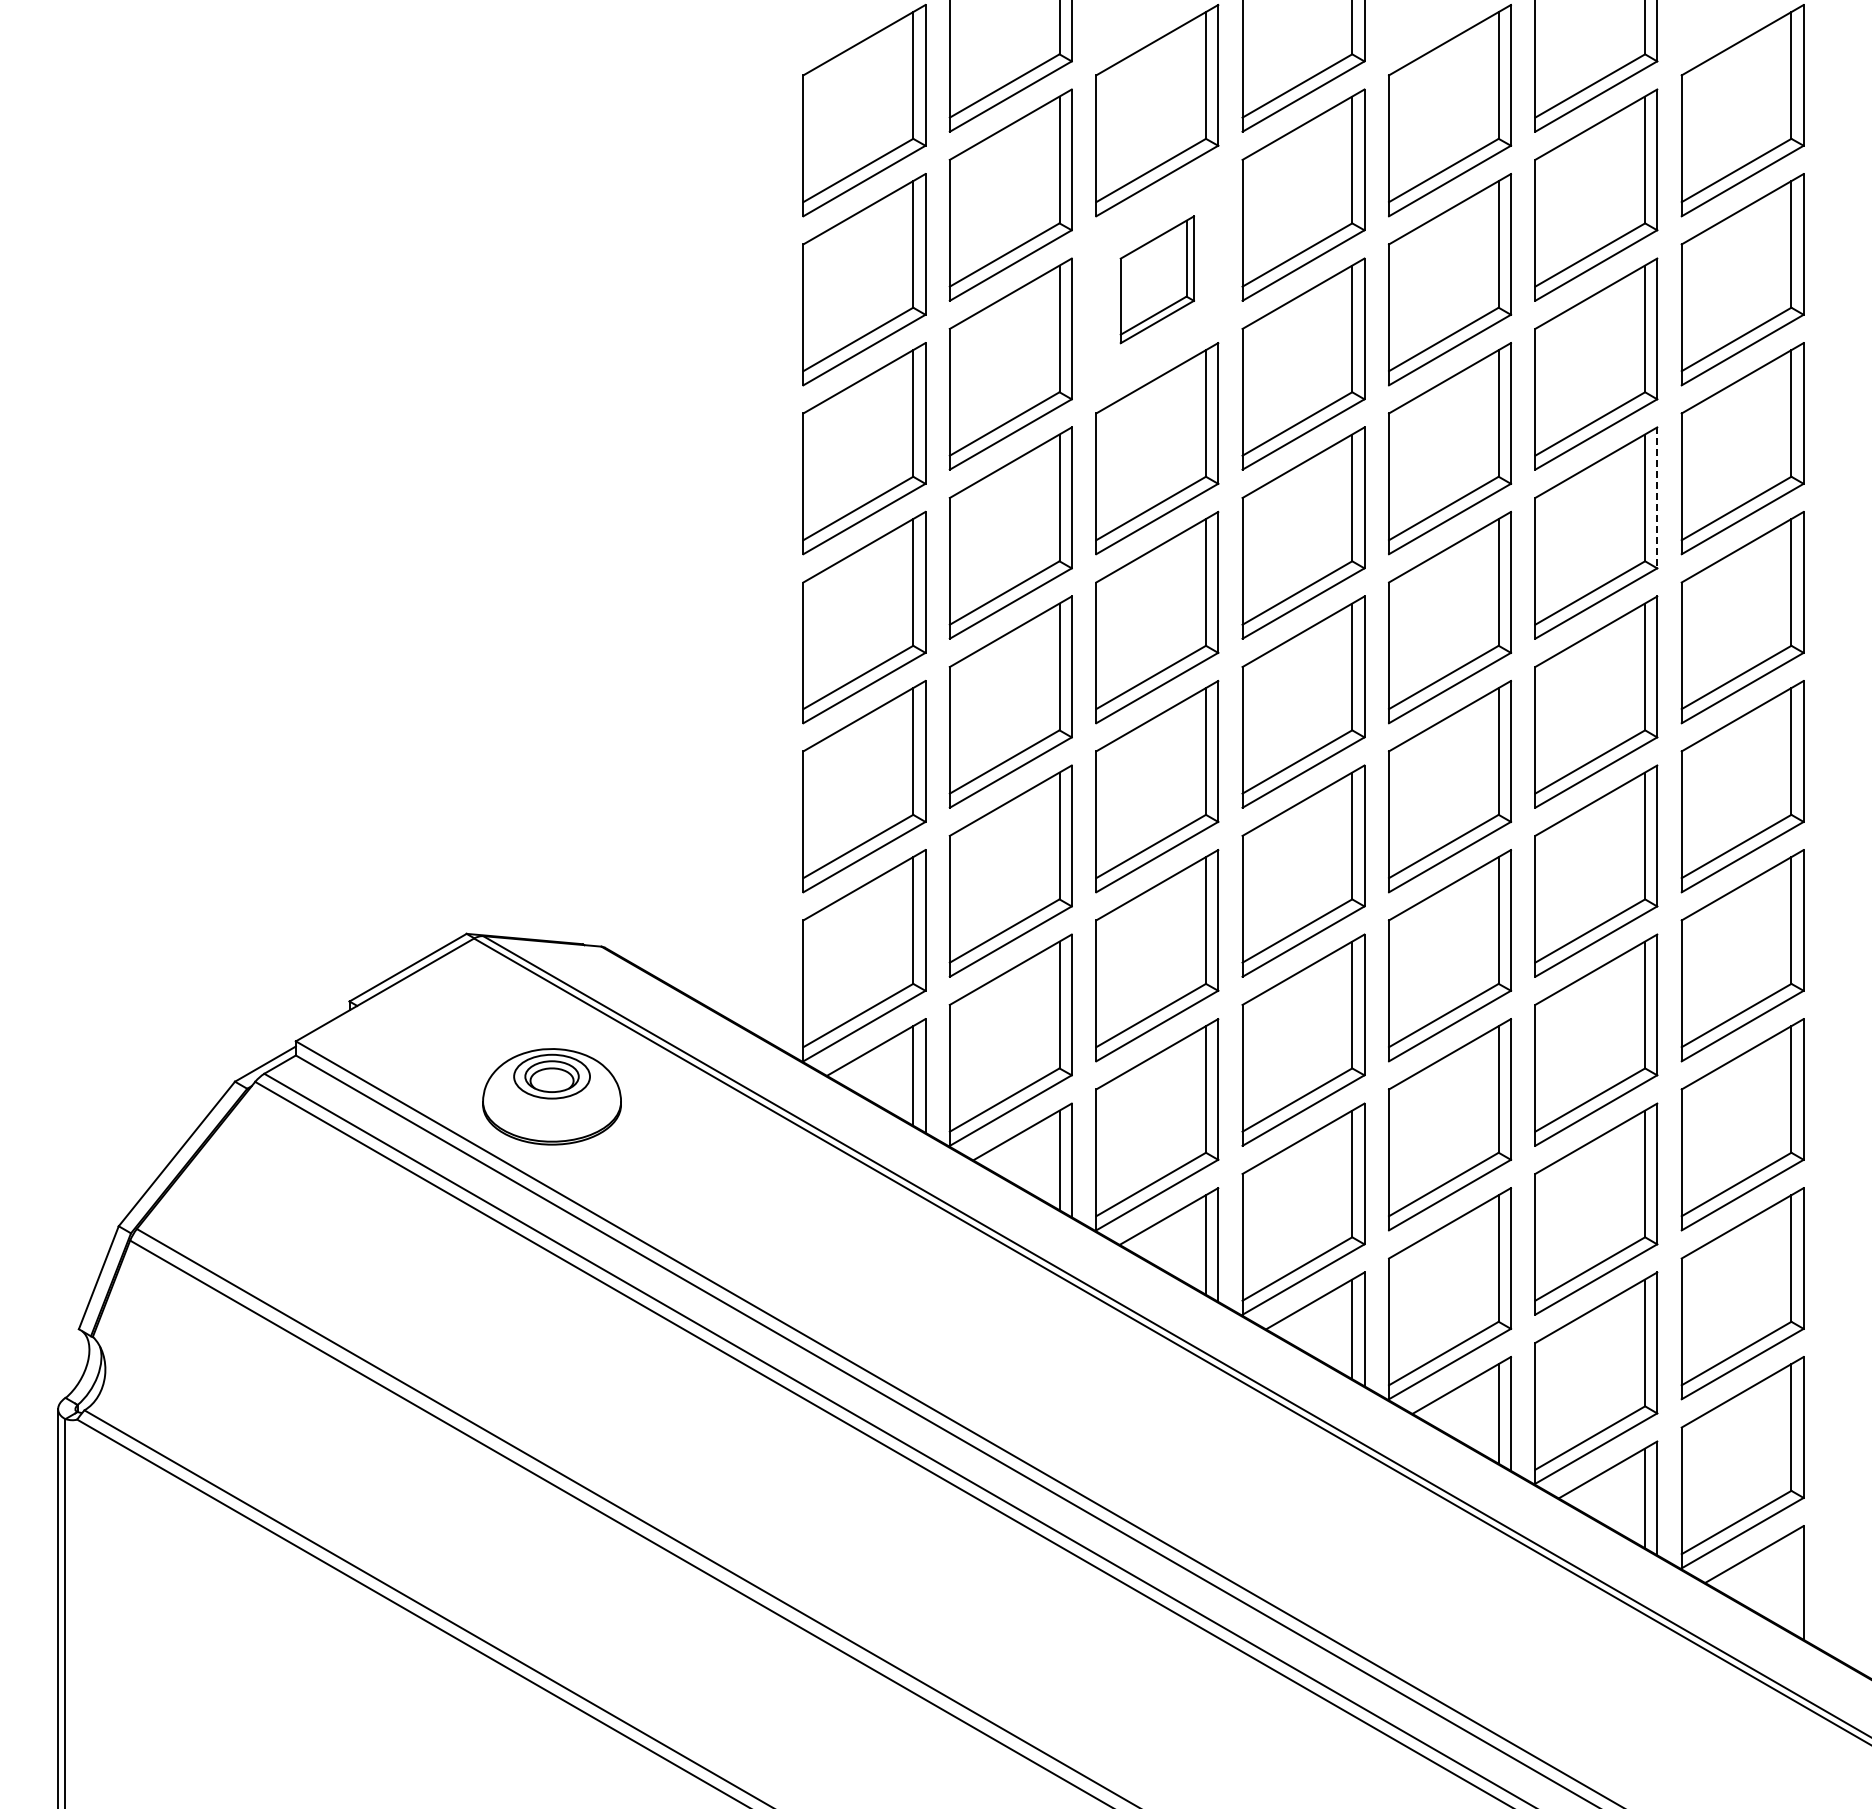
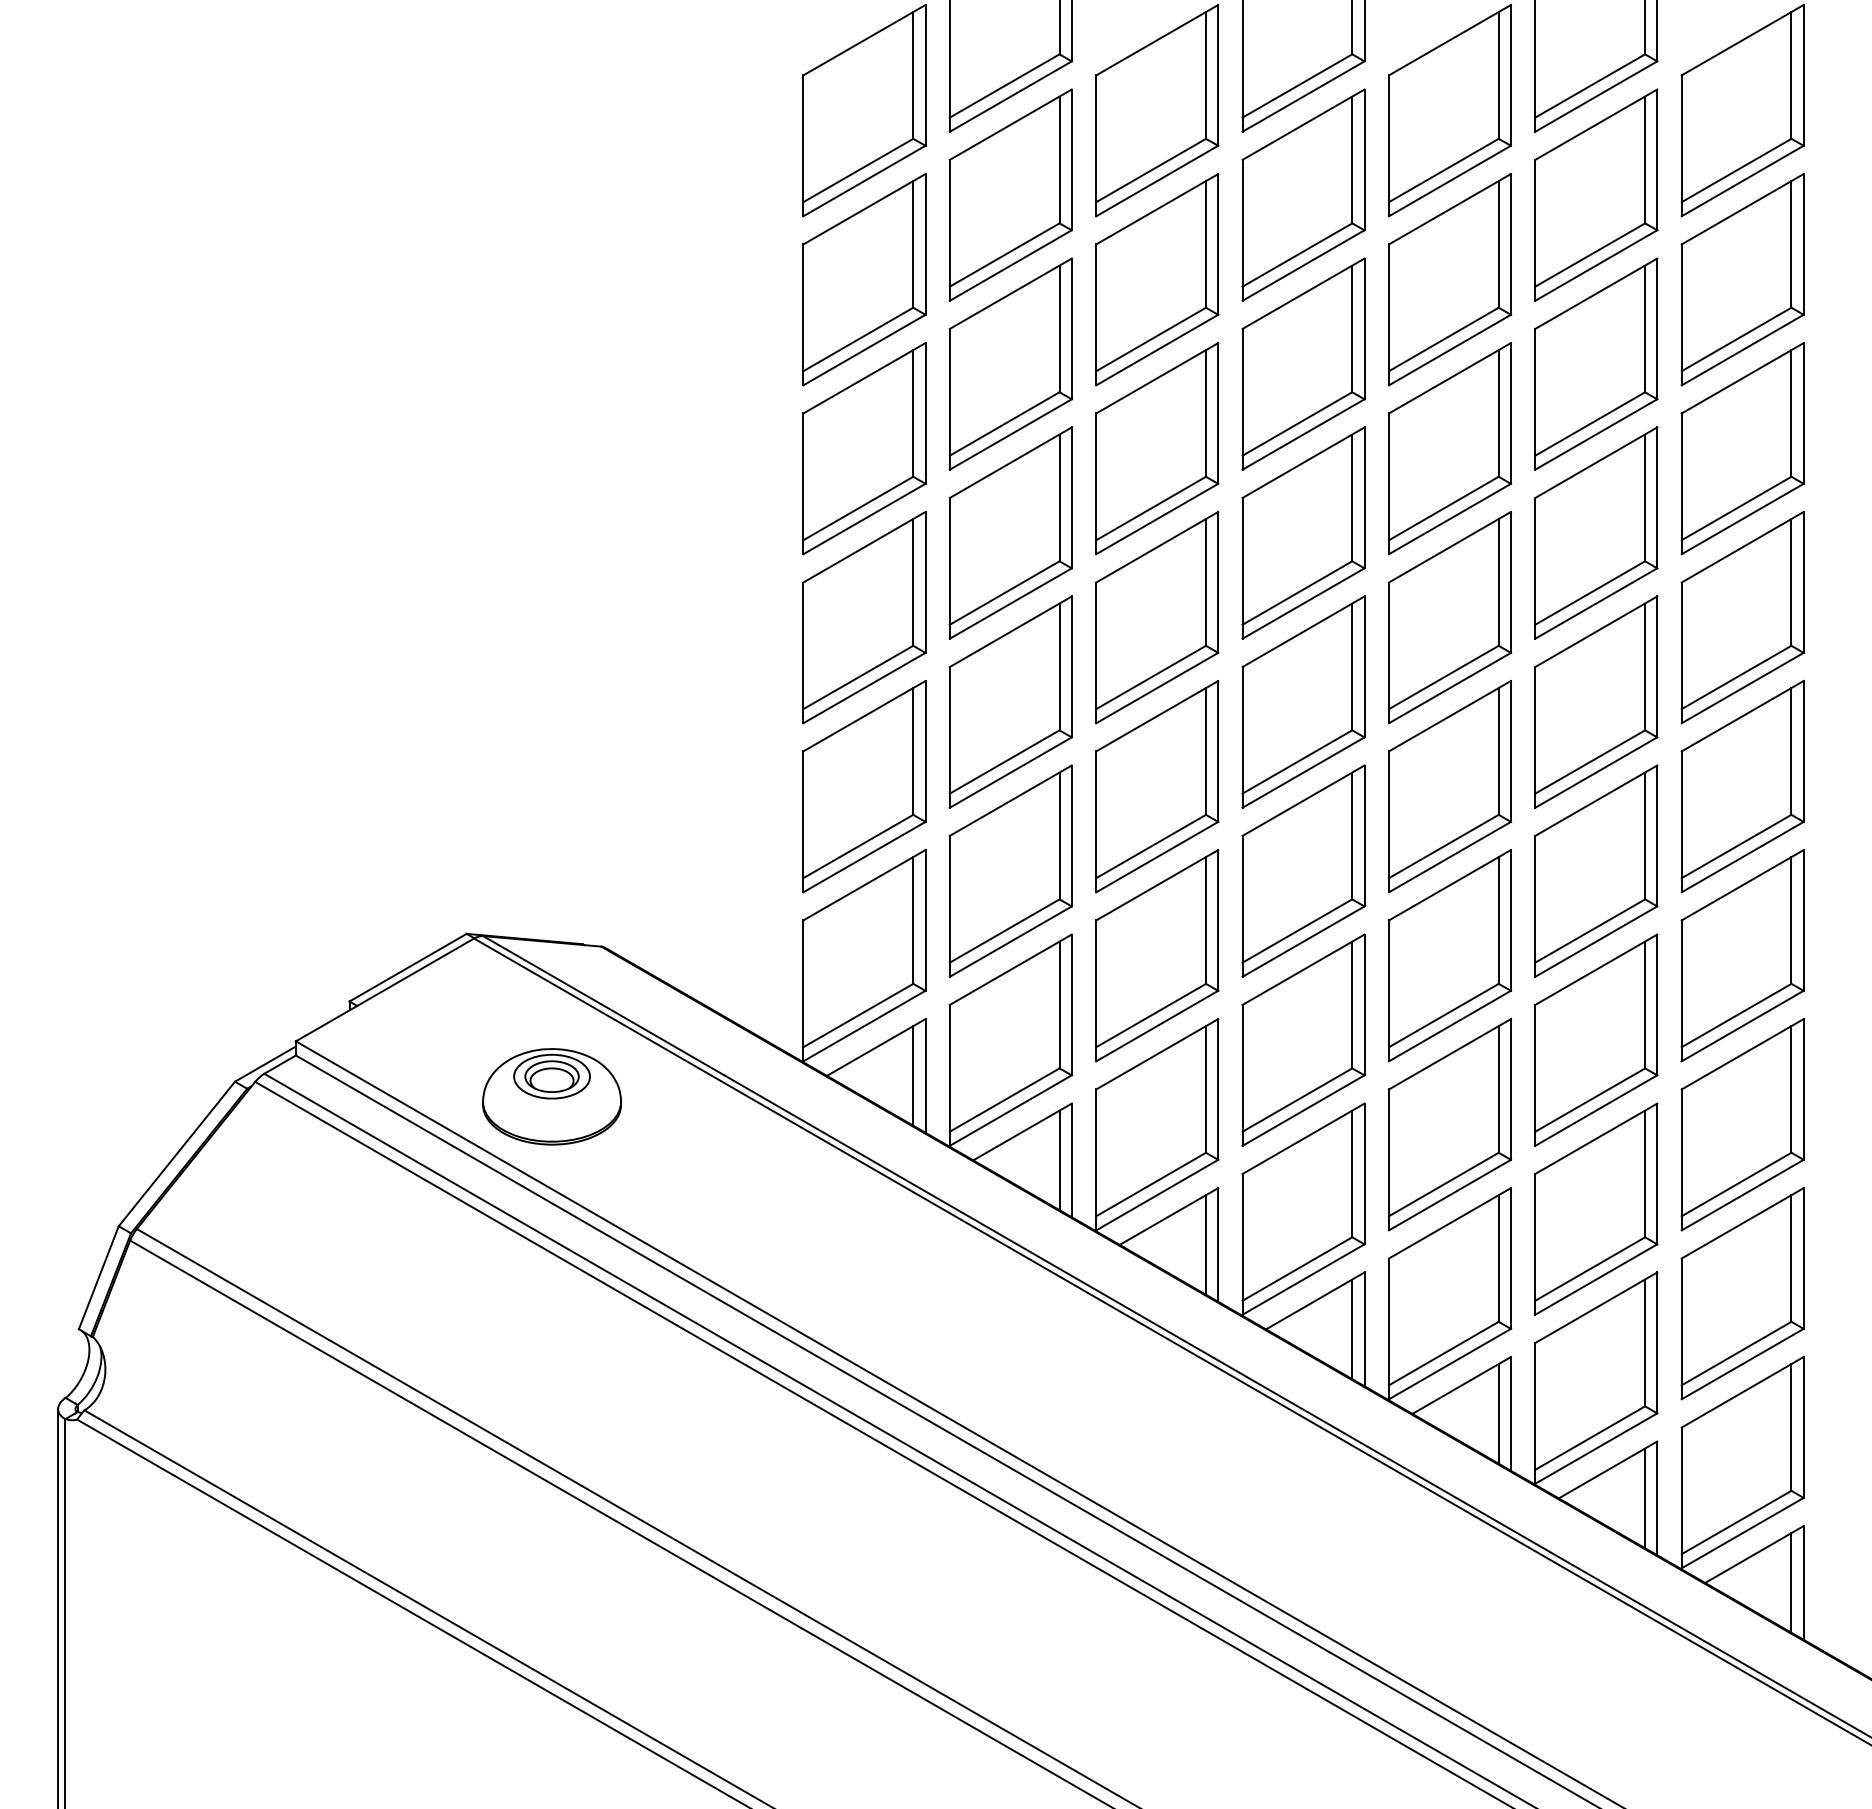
part at (1156, 279) size: 76x130 px -> 125x214 px
line at (1657, 498): dashed -> solid
line at (1791, 1582): none -> present
